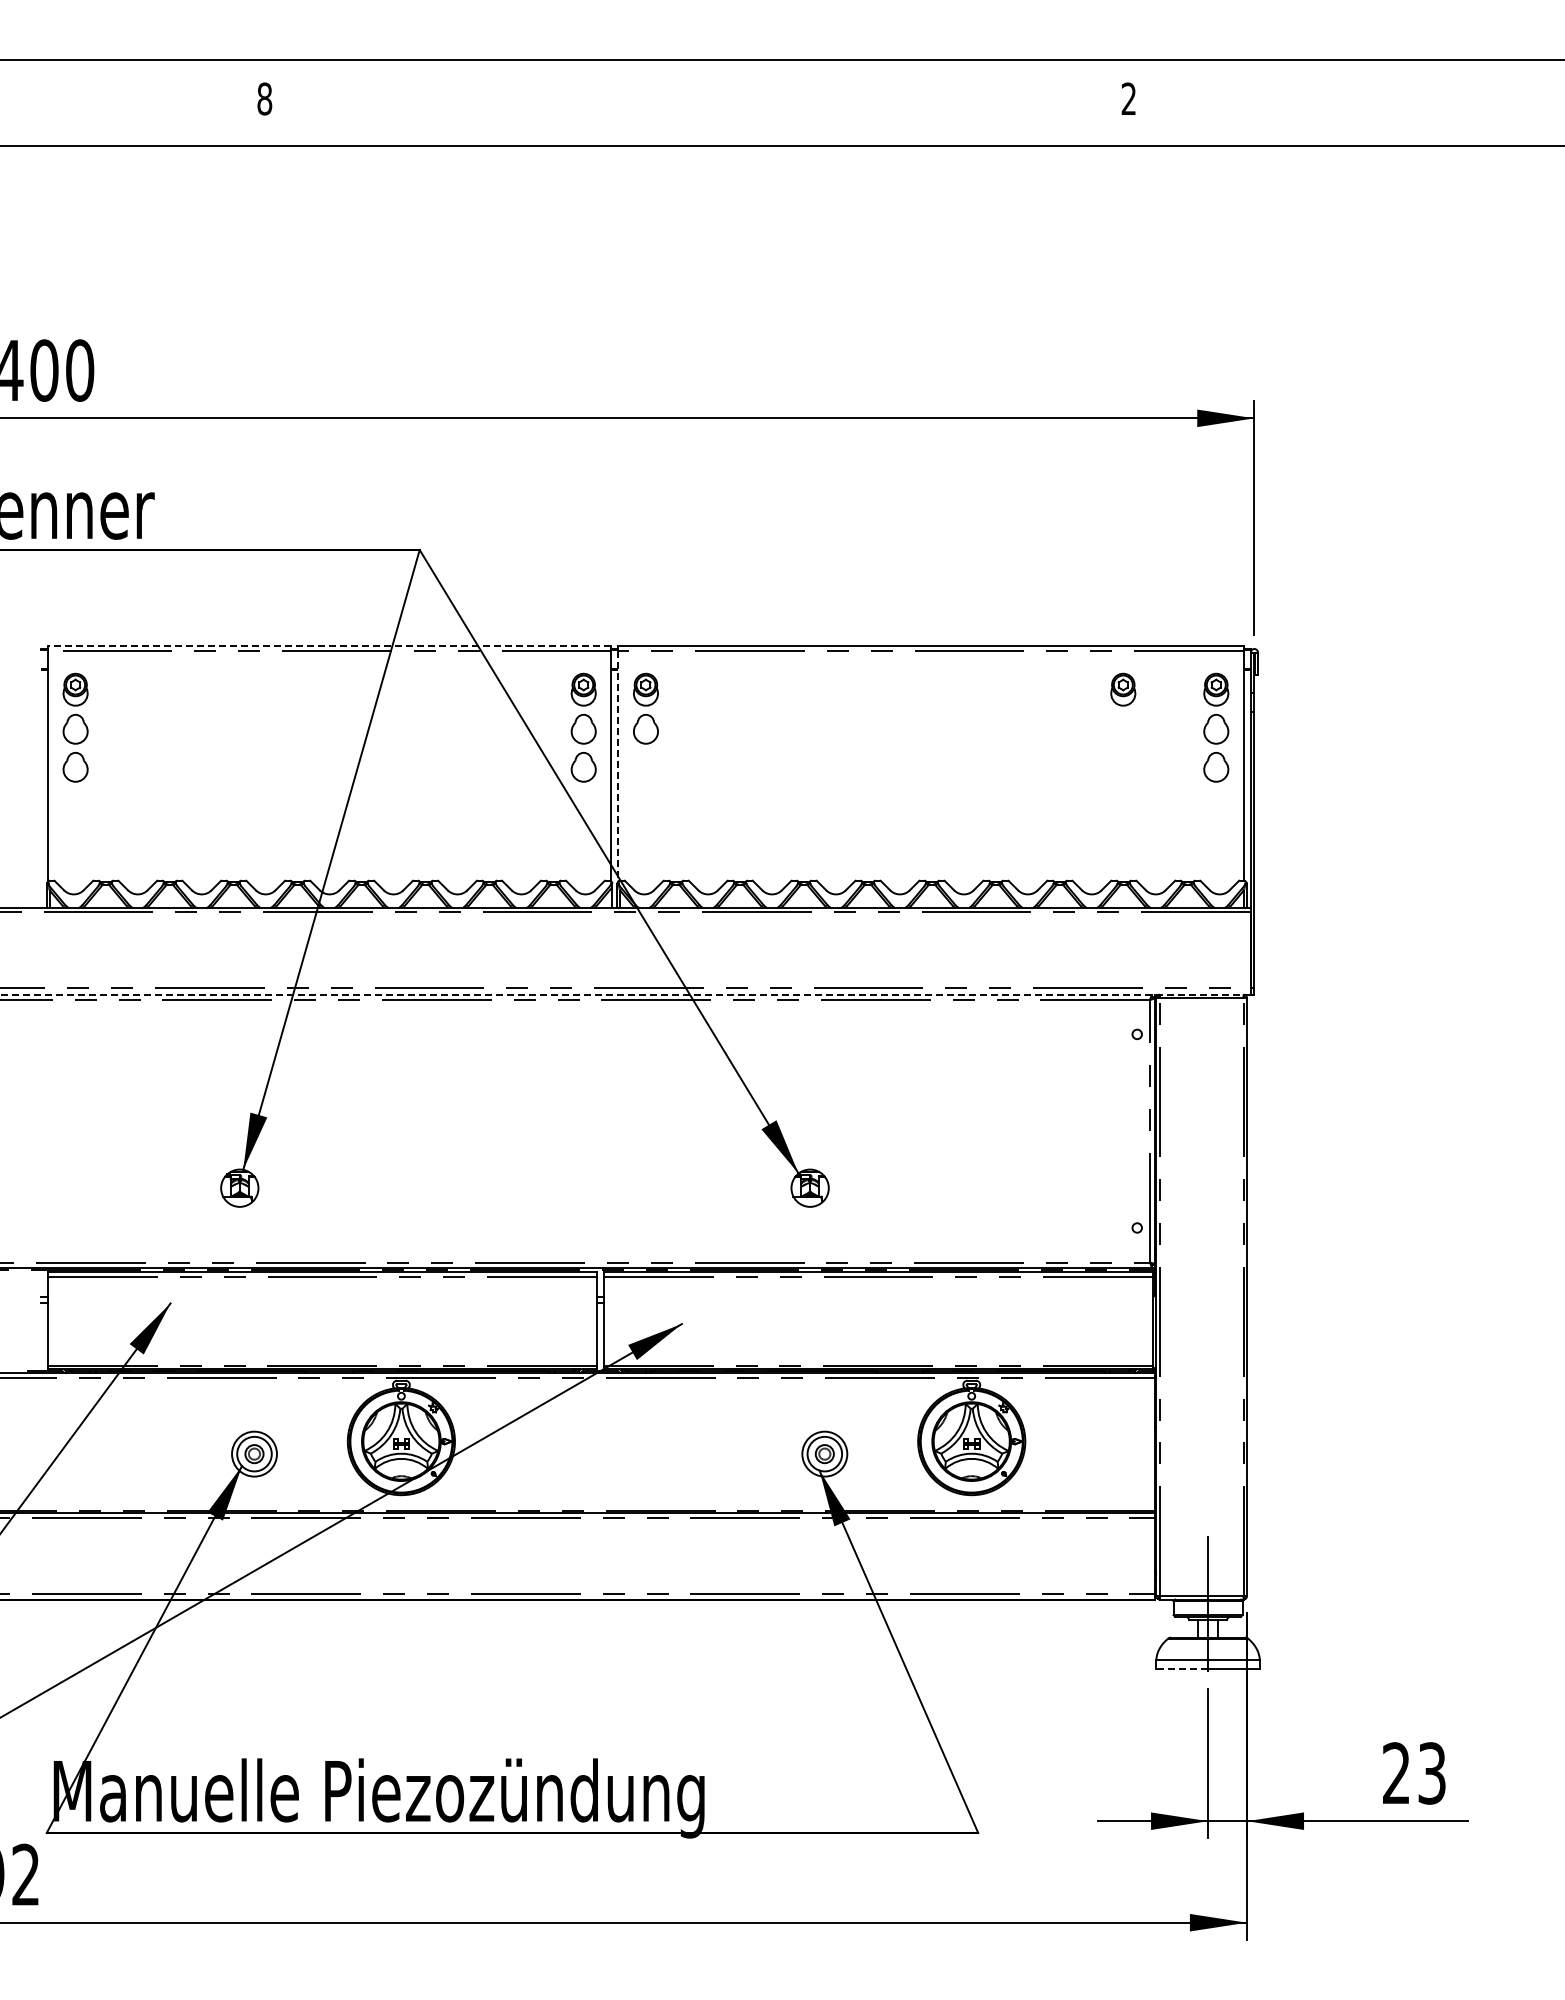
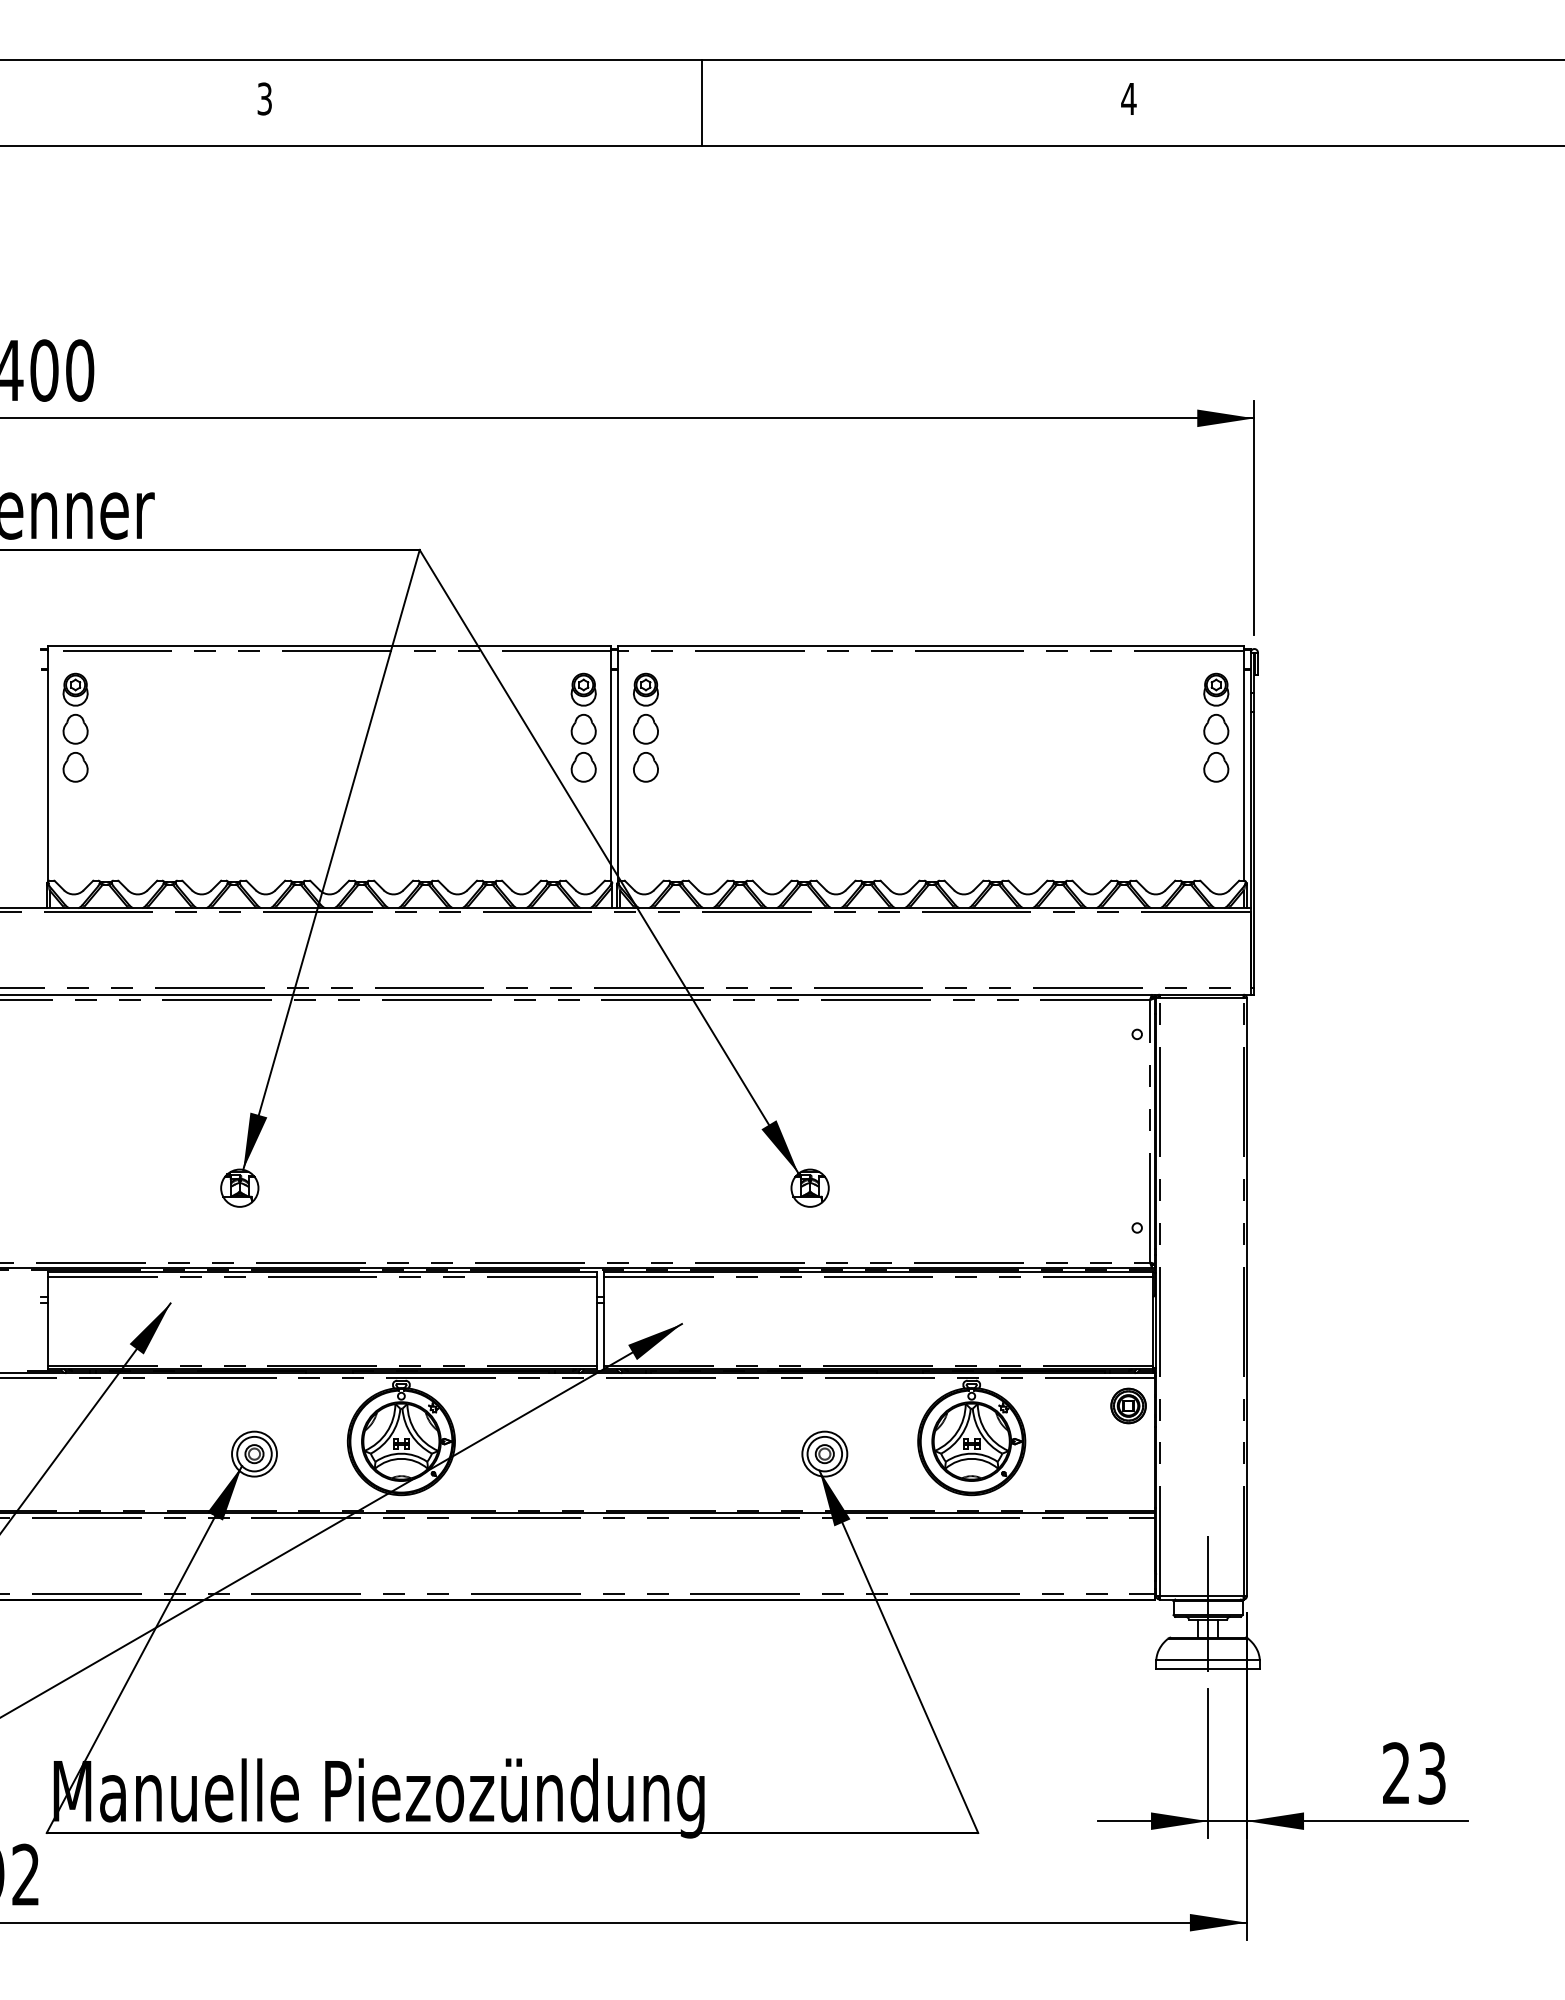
text at (264, 98): 8 -> 3
text at (1128, 98): 2 -> 4
line at (701, 103): none -> present
line at (329, 646): dashed -> solid
part at (1123, 689): present -> none
line at (618, 766): dashed -> solid
part at (645, 767): none -> present
line at (624, 994): dashed -> solid
part at (1128, 1405): none -> present
line at (1182, 1668): dashed -> solid
